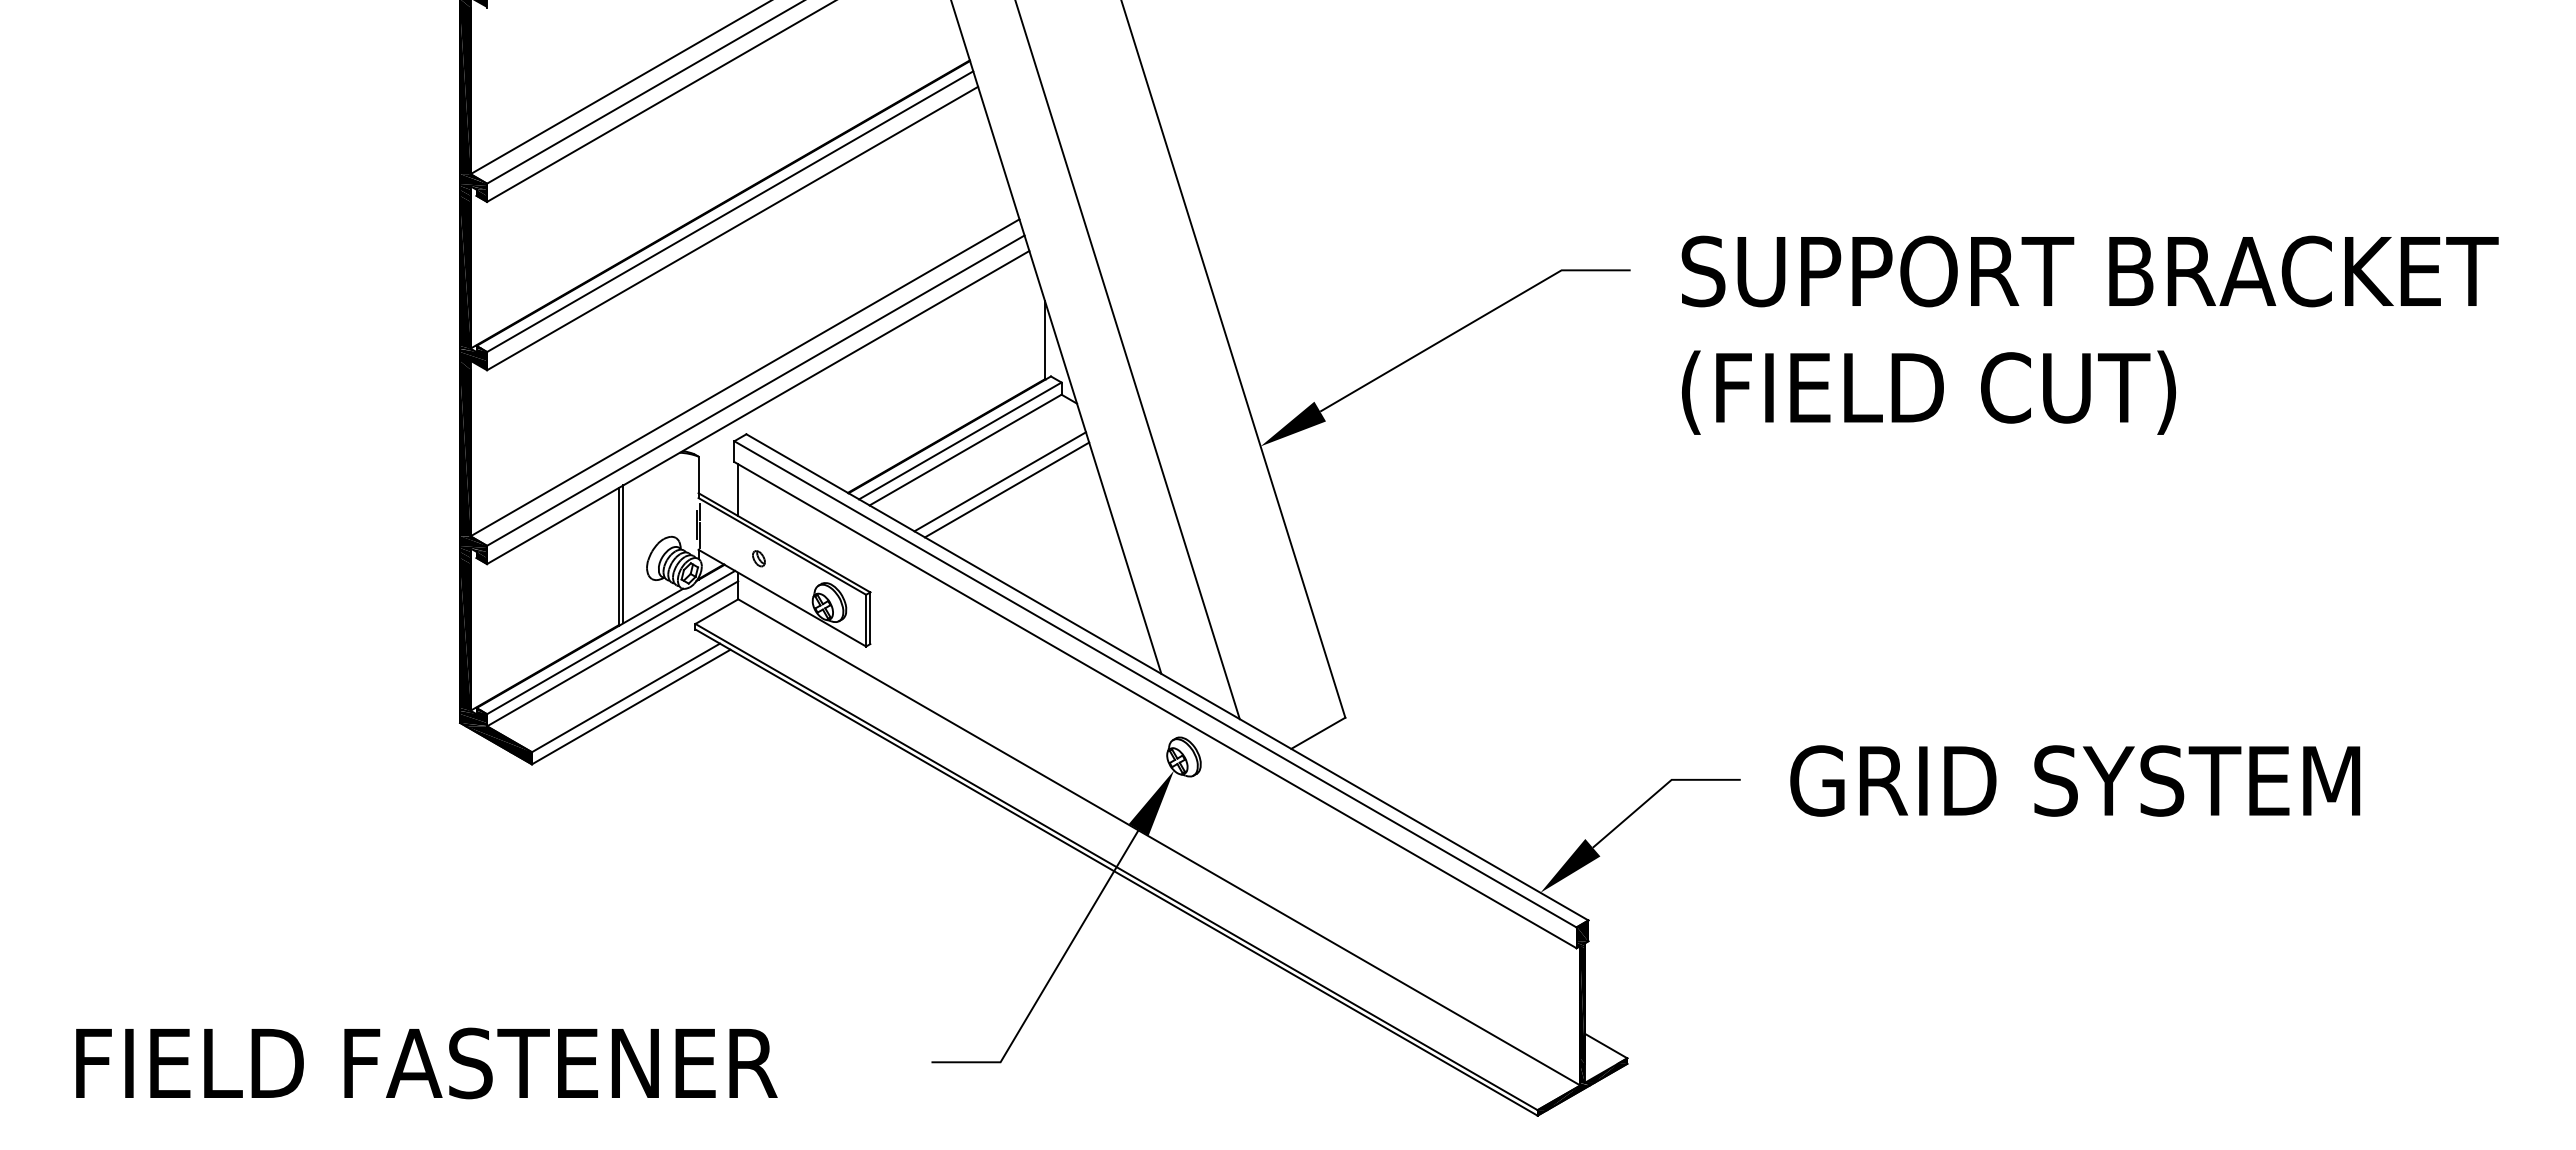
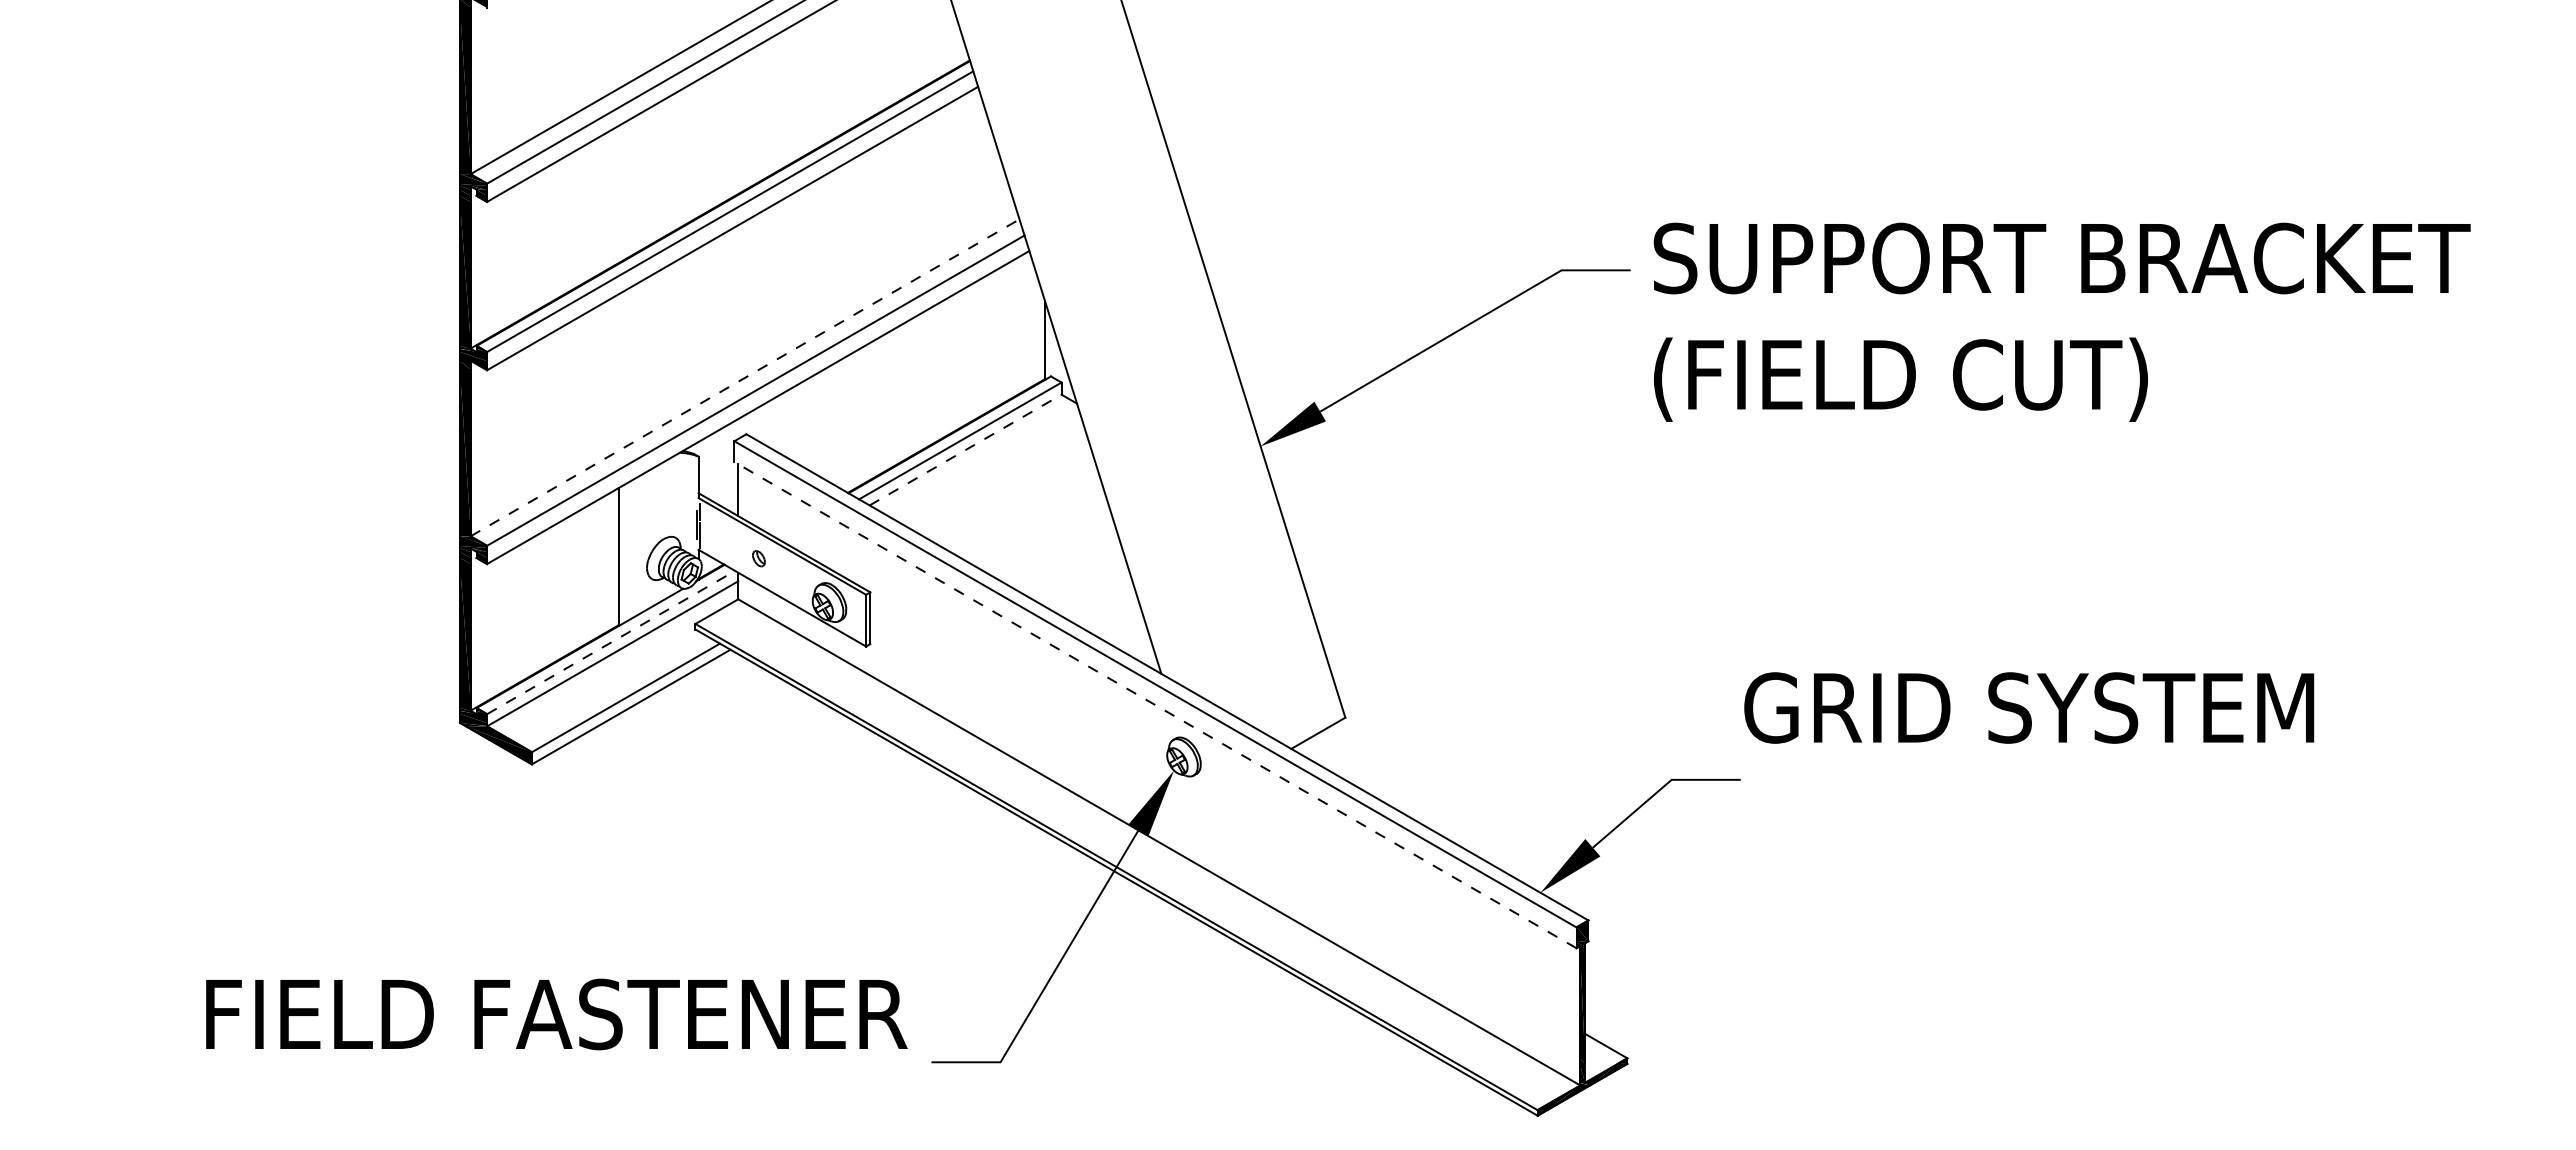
text at (2089, 334) position: (2089, 334) -> (2061, 321)
line at (1127, 360): present -> none
line at (745, 377): solid -> dashed
line at (965, 450): solid -> dashed
line at (1000, 481): present -> none
line at (1006, 489): present -> none
line at (623, 554): present -> none
line at (611, 642): solid -> dashed
line at (1155, 704): solid -> dashed
text at (2075, 780) position: (2075, 780) -> (2029, 707)
text at (426, 1063) position: (426, 1063) -> (556, 1014)
